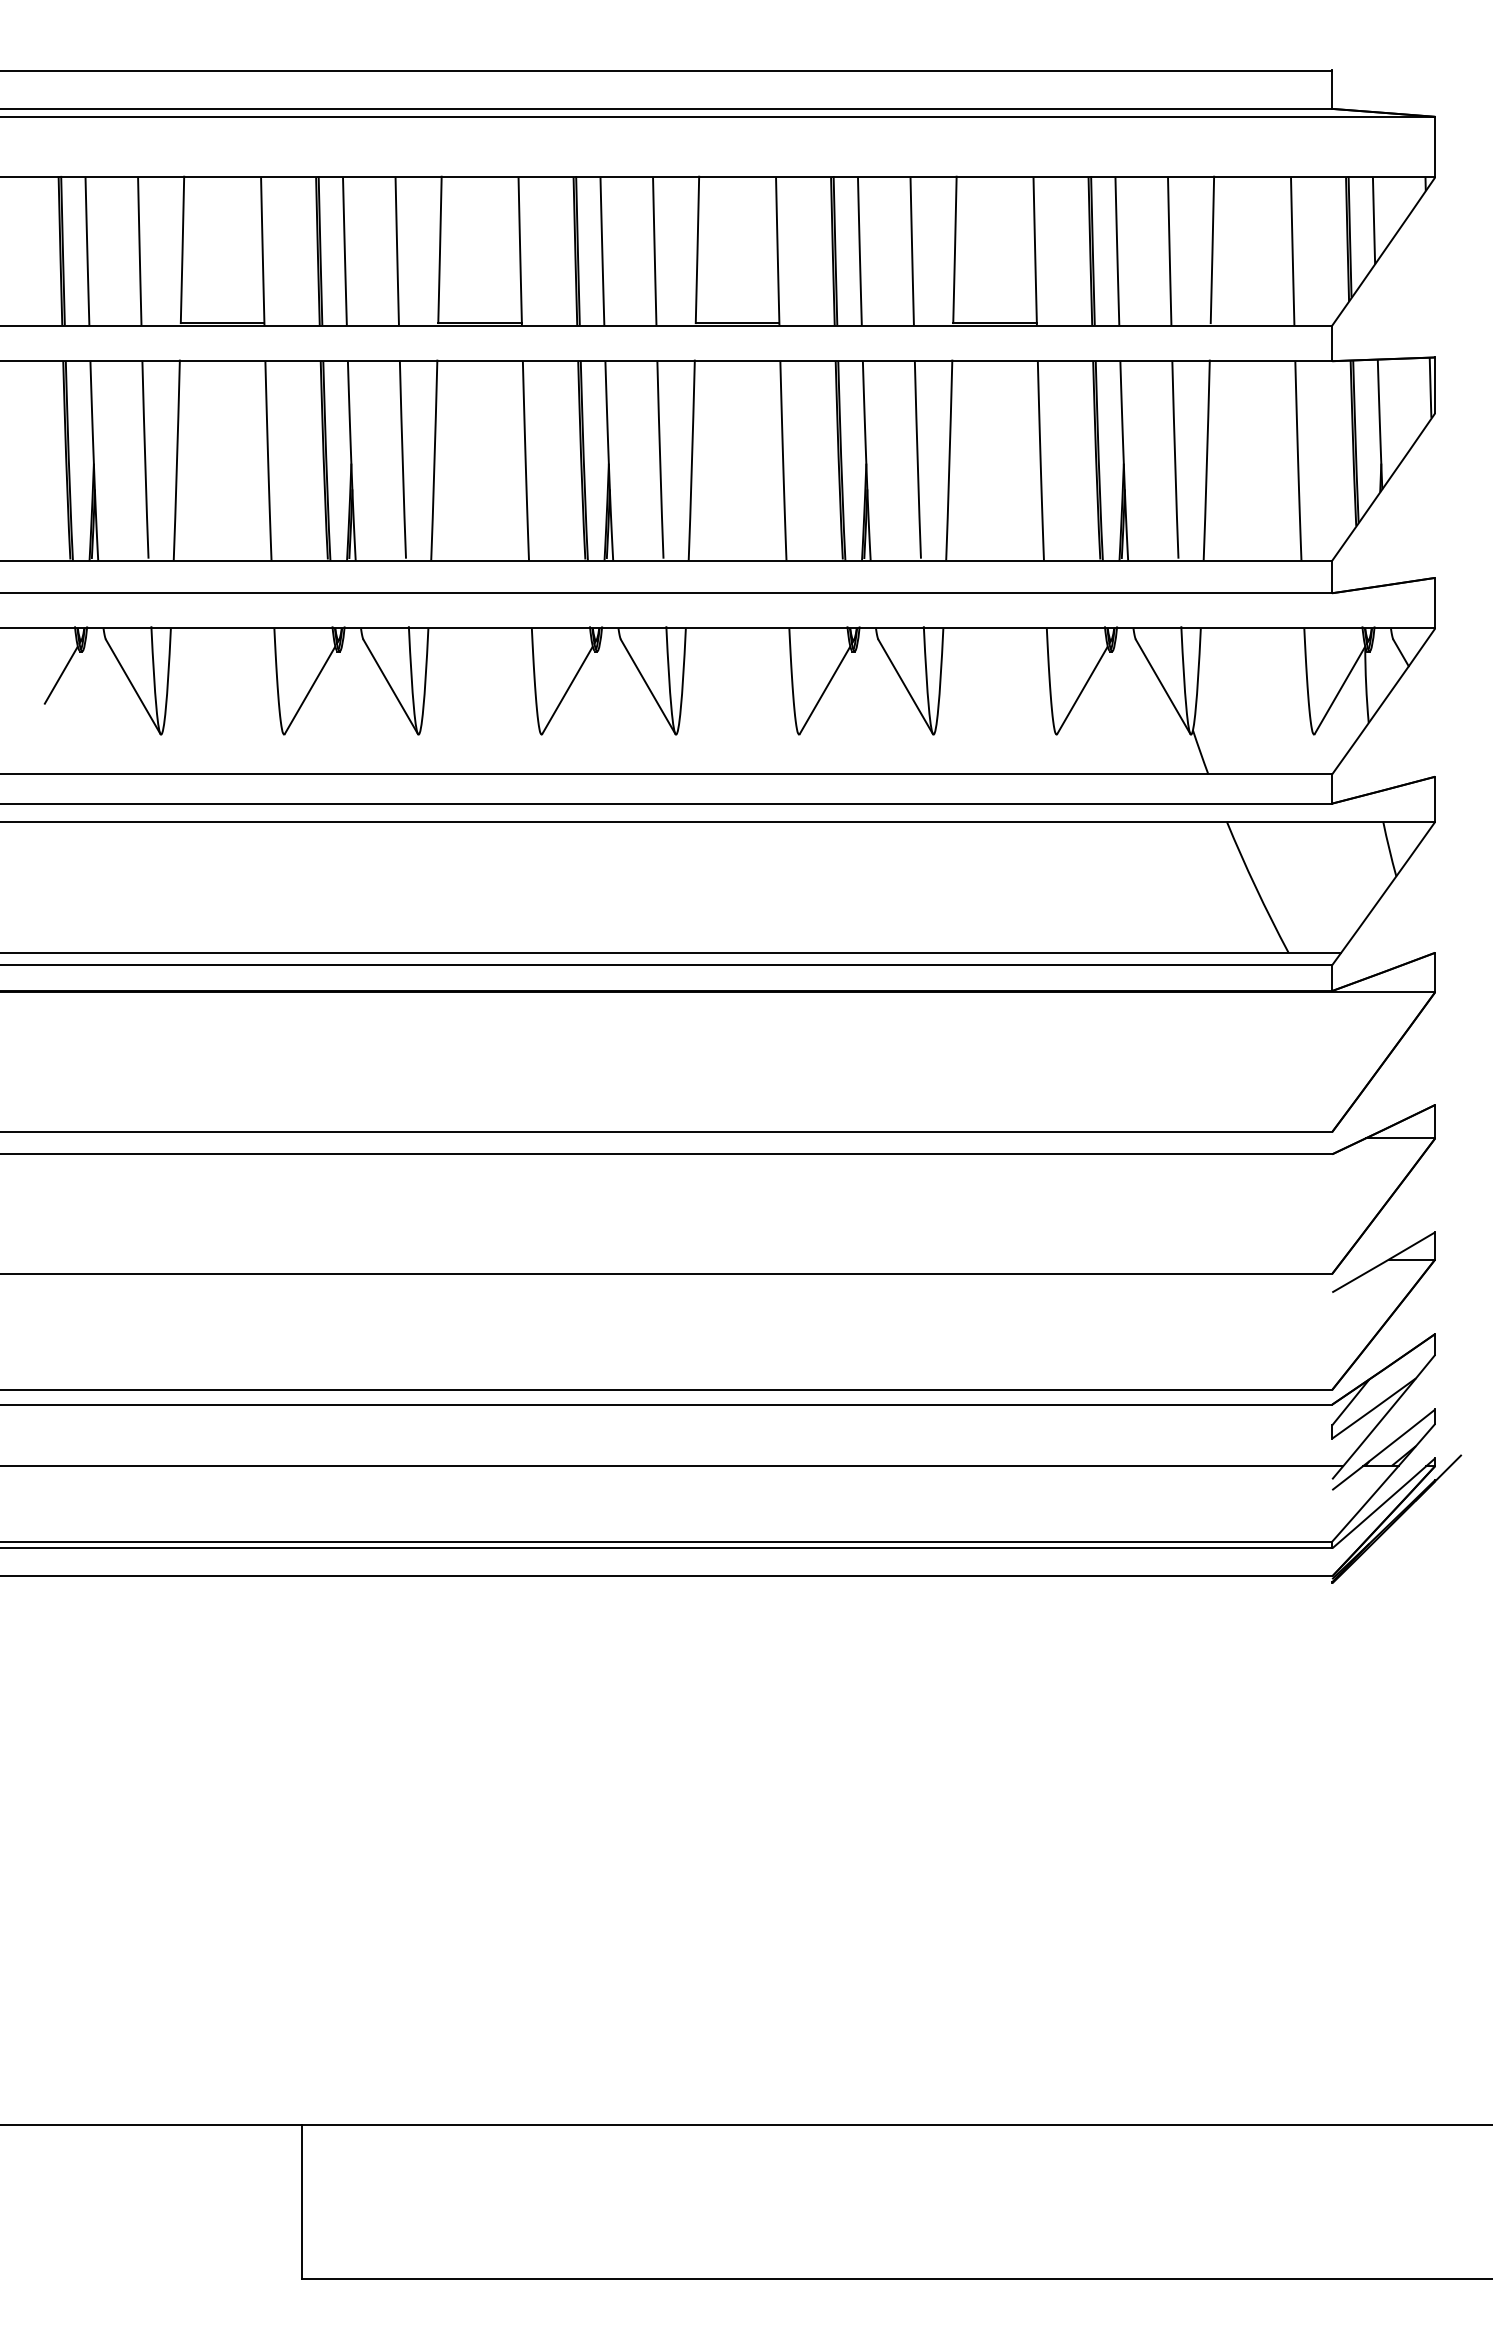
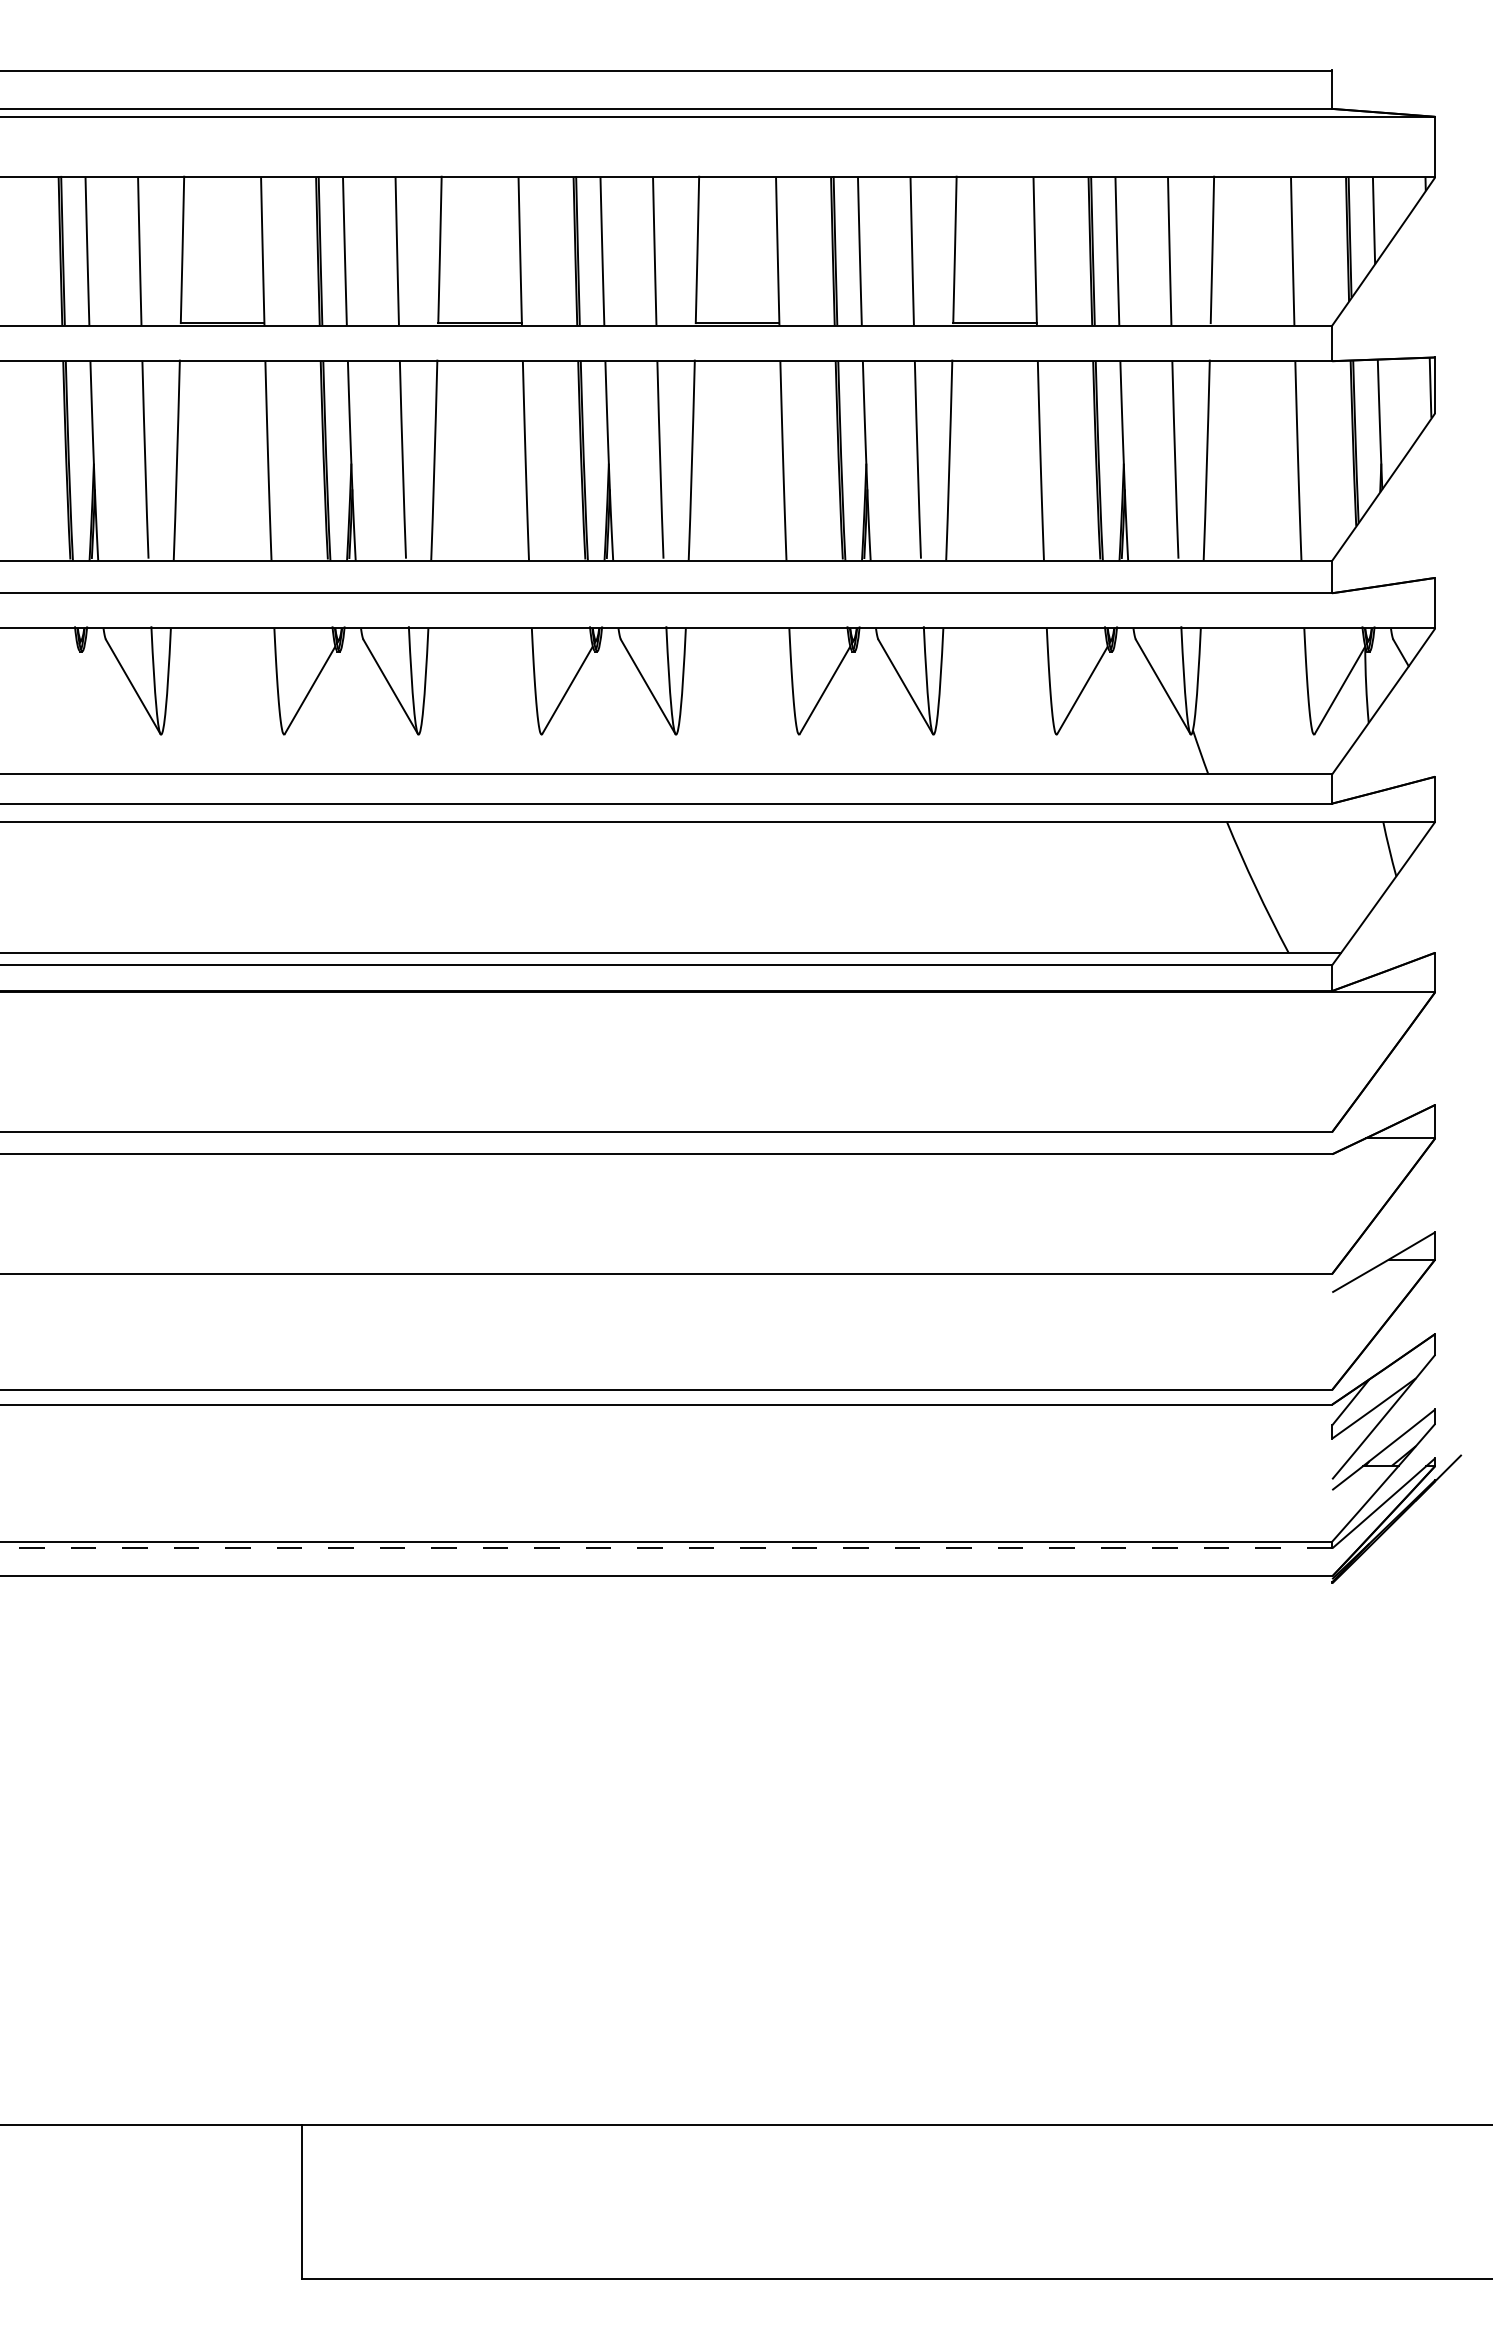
line at (60, 675): present -> none
line at (672, 1466): present -> none
line at (666, 1548): solid -> dashed
